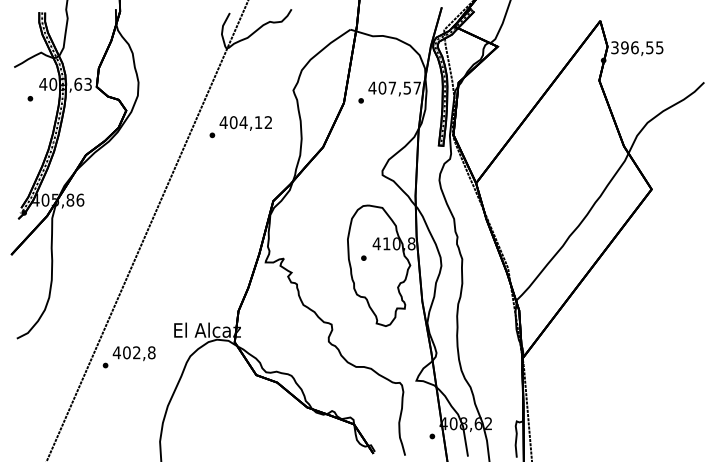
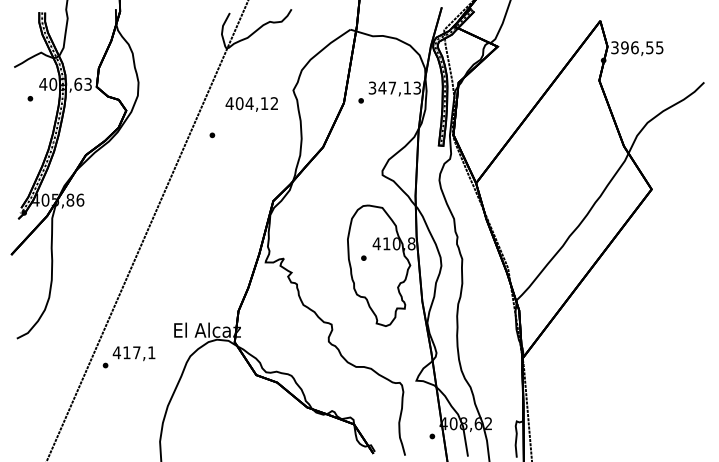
text at (394, 87): 407,57 -> 347,13
text at (245, 123) position: (245, 123) -> (251, 104)
text at (139, 352): 402,8 -> 417,1
